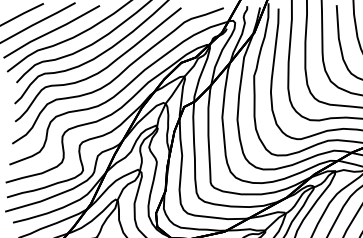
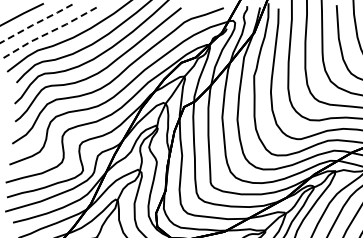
line at (38, 22): solid -> dashed
line at (51, 31): solid -> dashed
